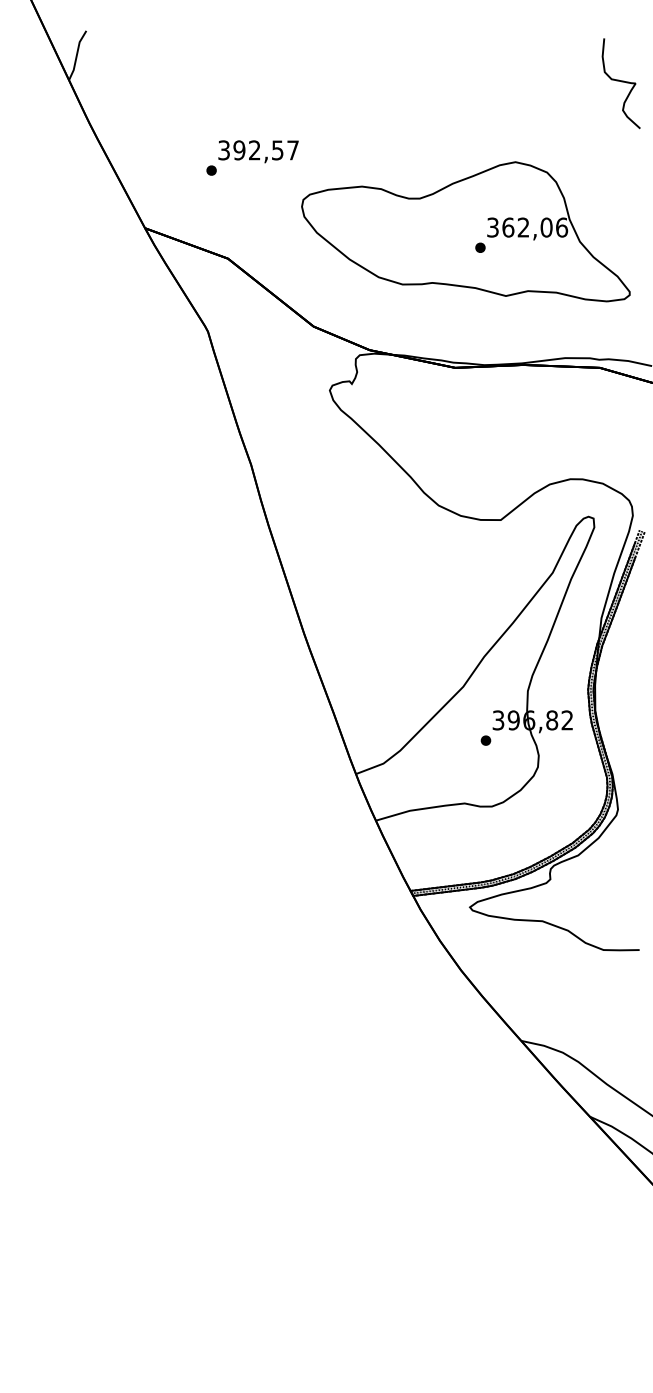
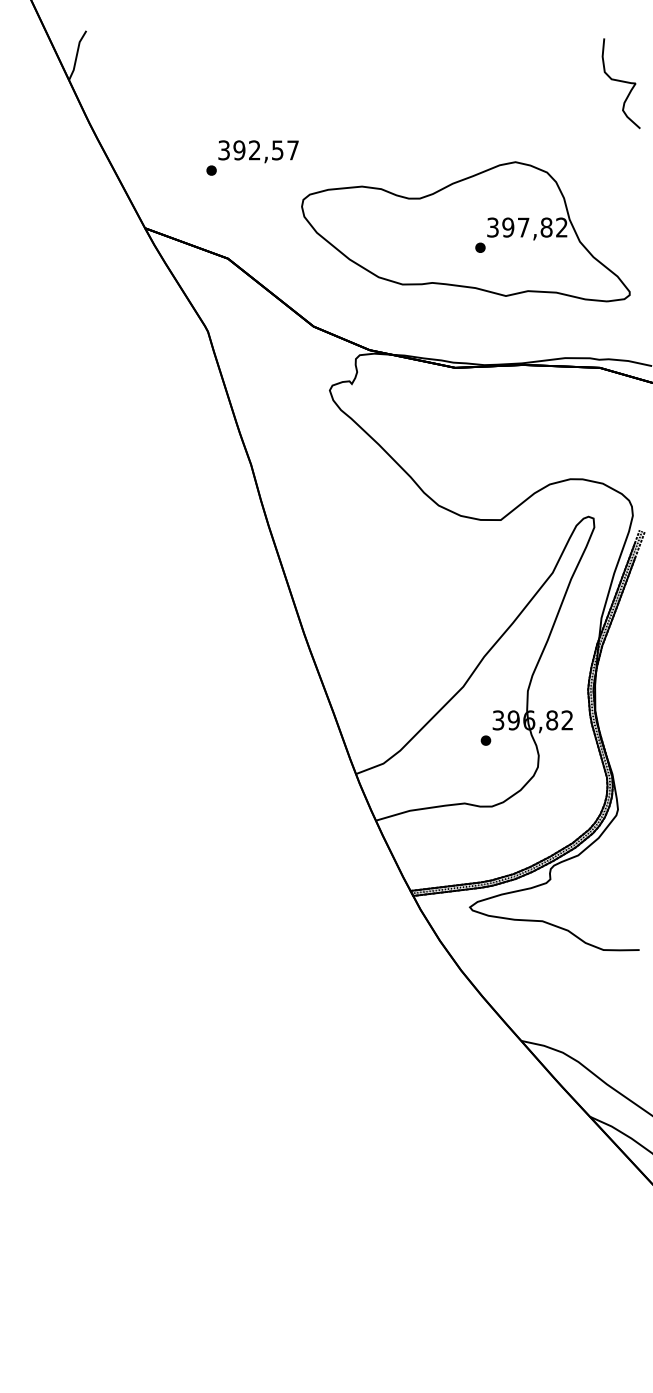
text at (535, 227): 362,06 -> 397,82
